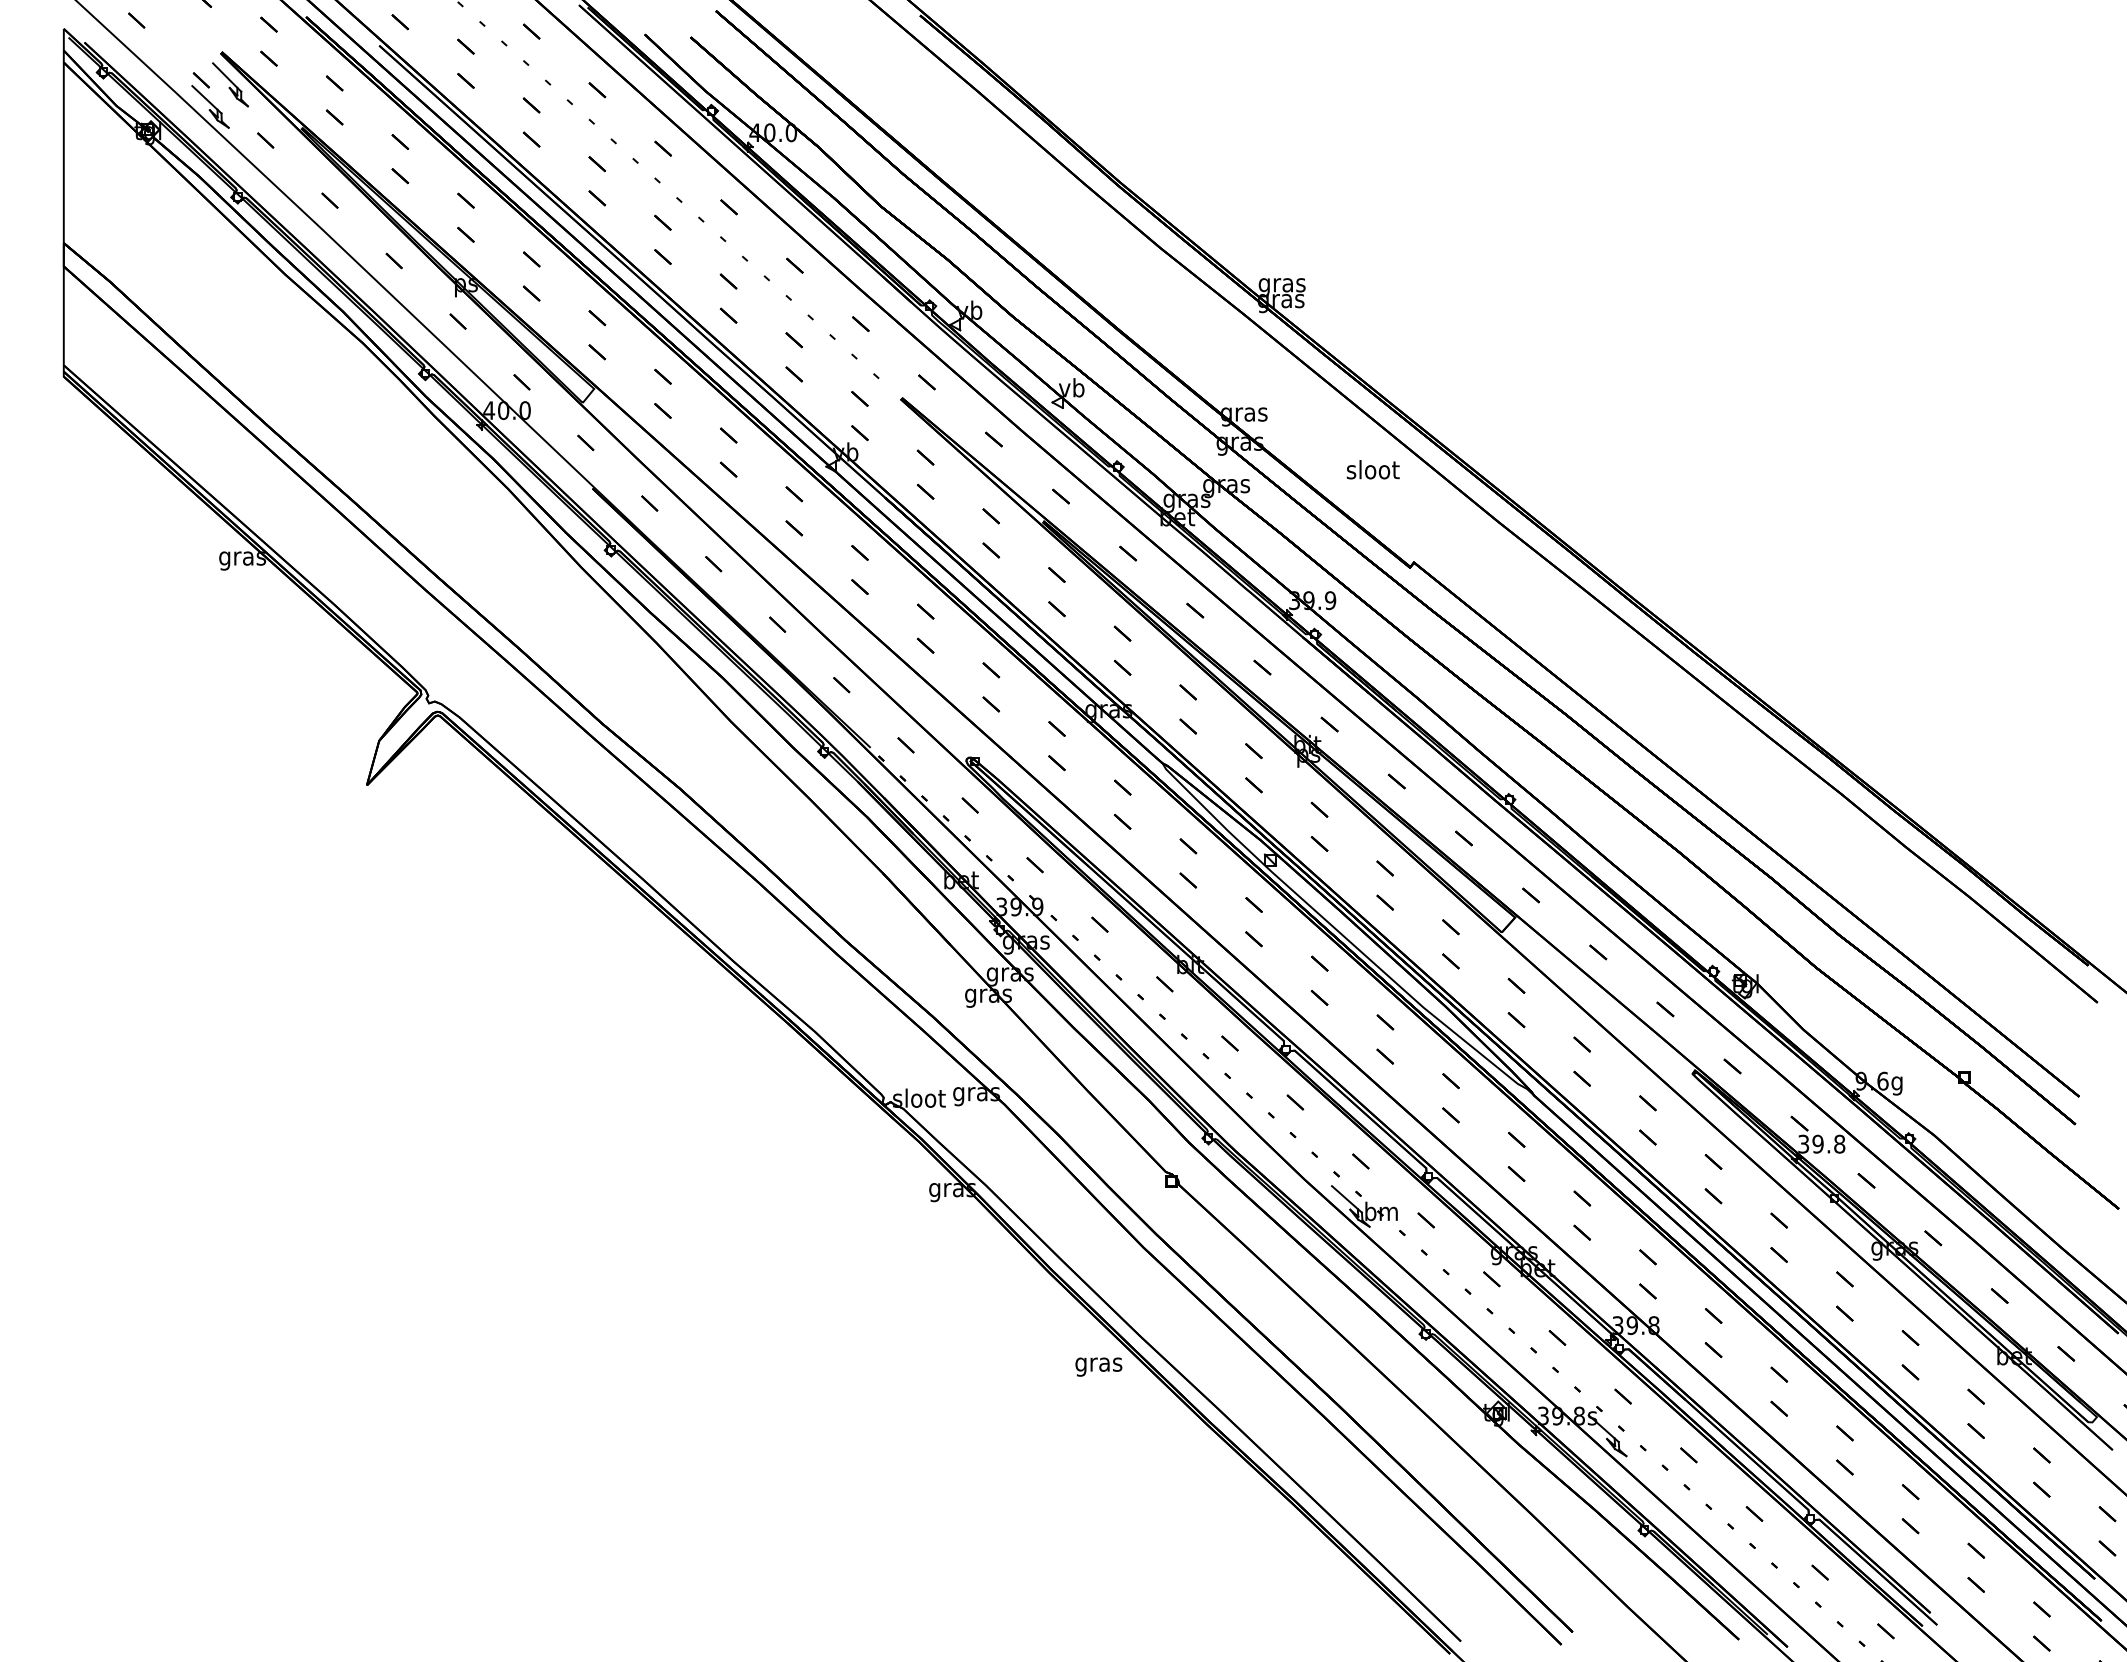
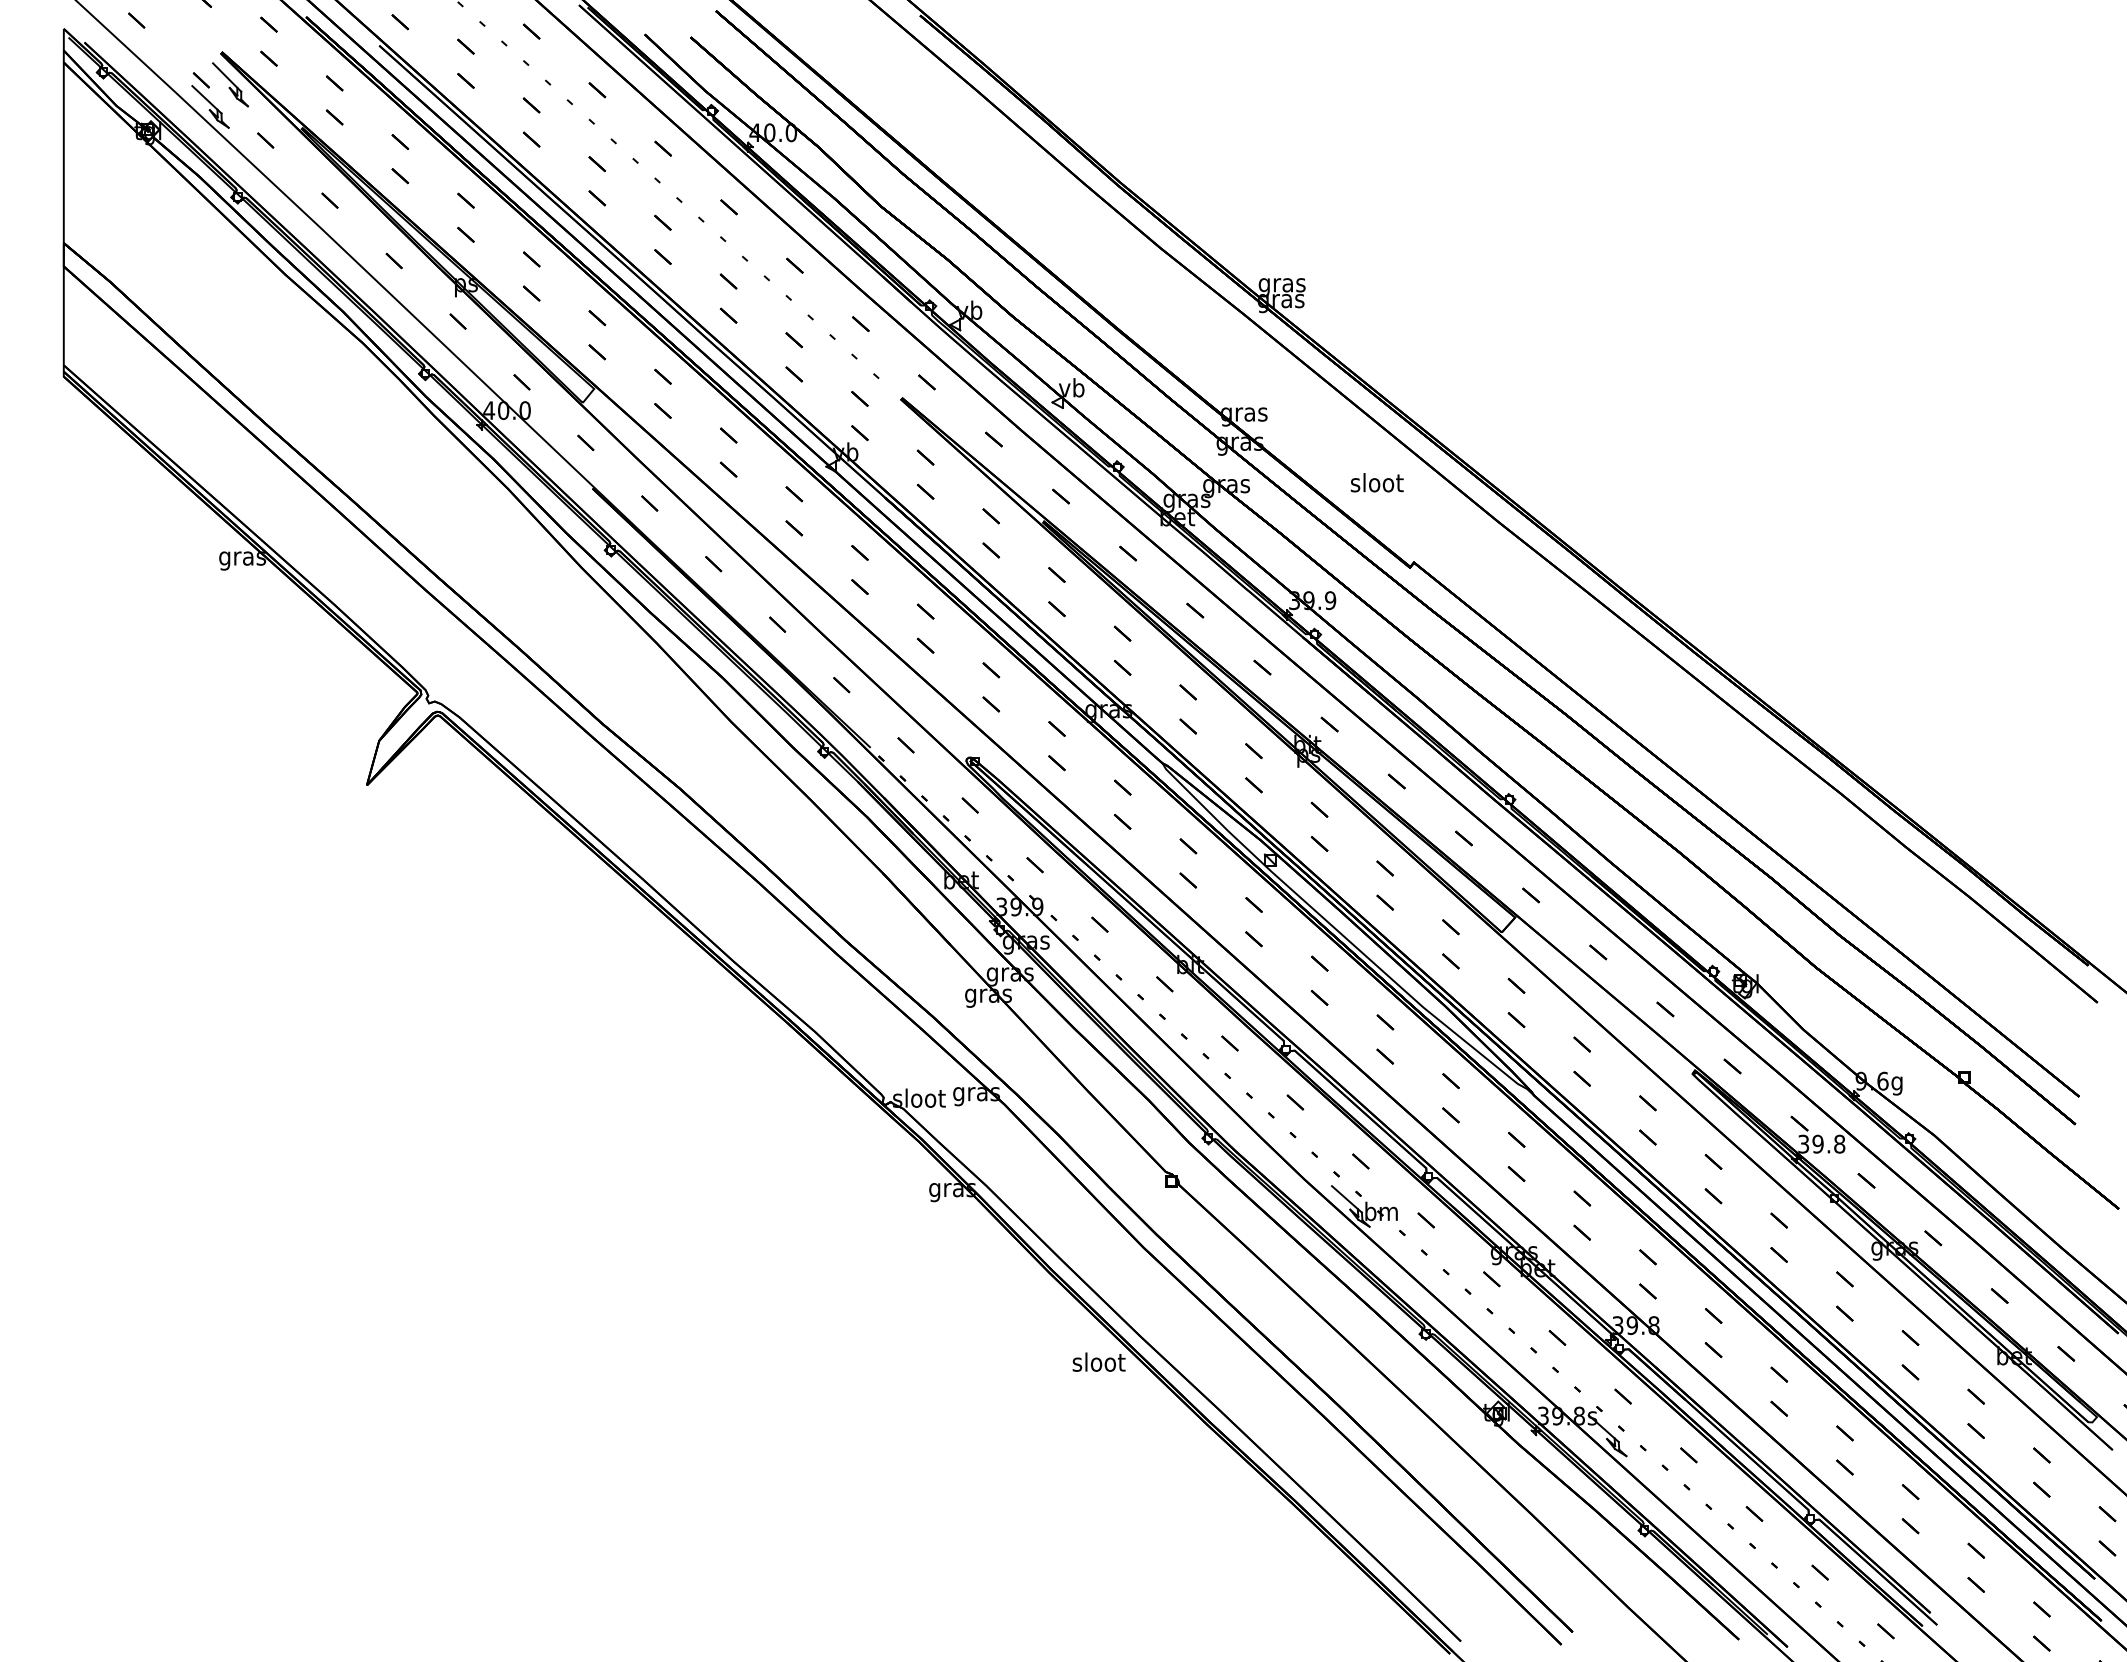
text at (1372, 469) position: (1372, 469) -> (1376, 482)
text at (1098, 1364): gras -> sloot
